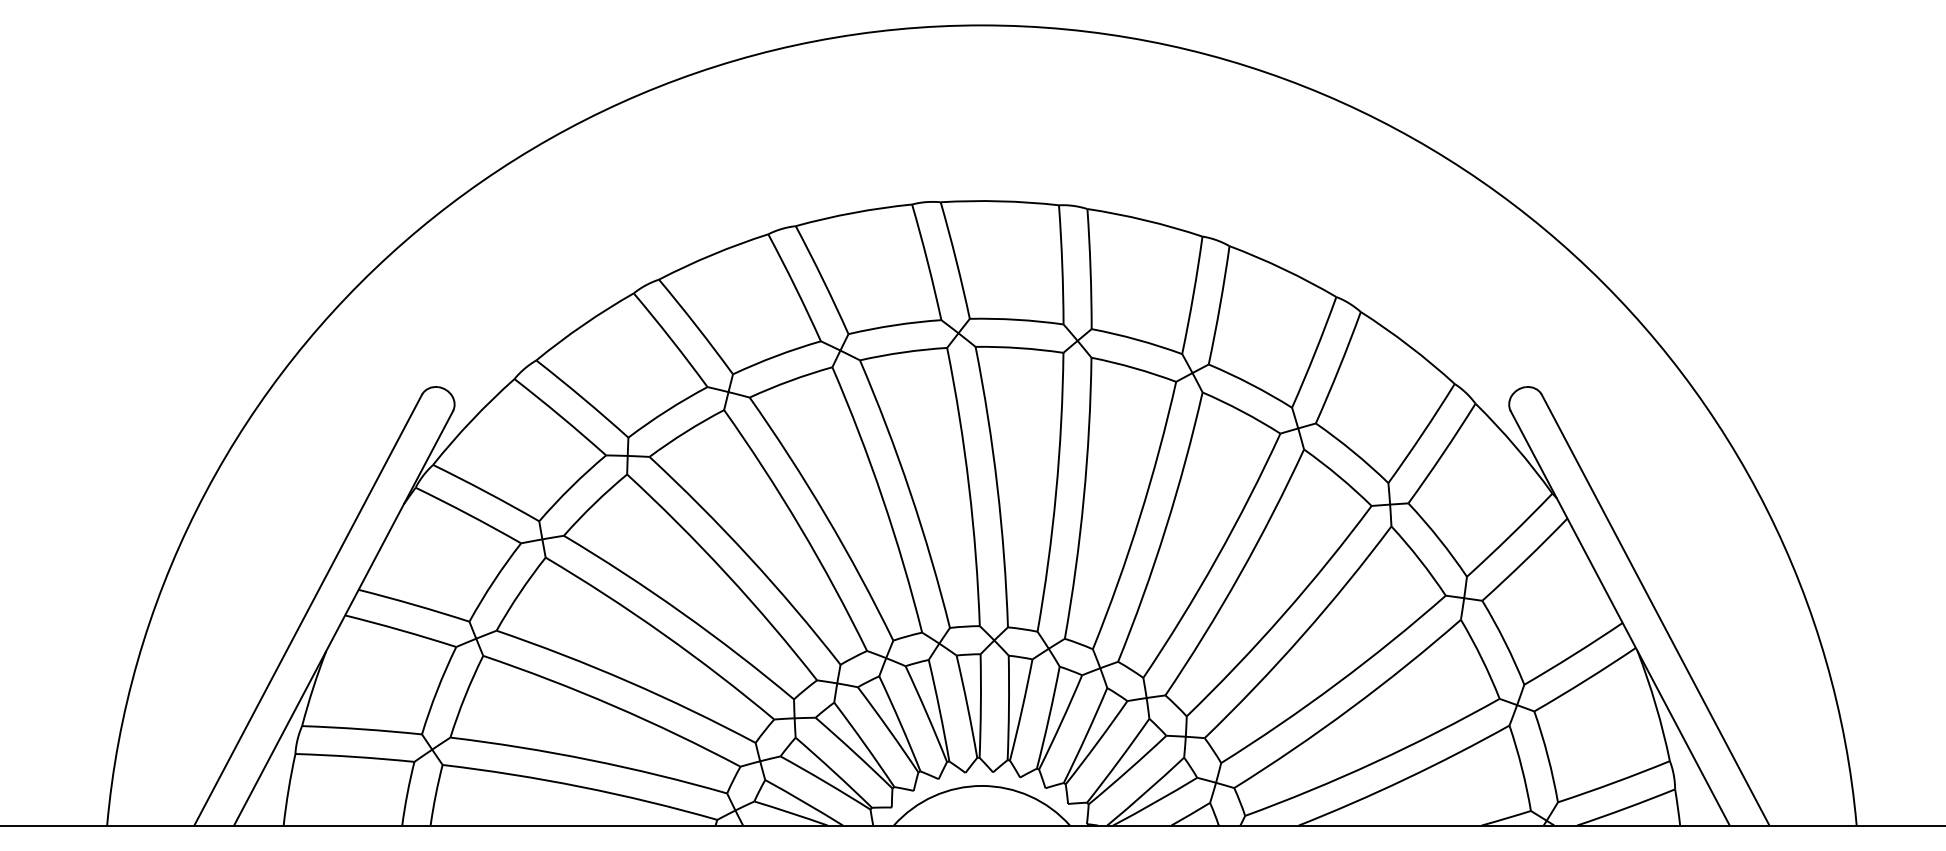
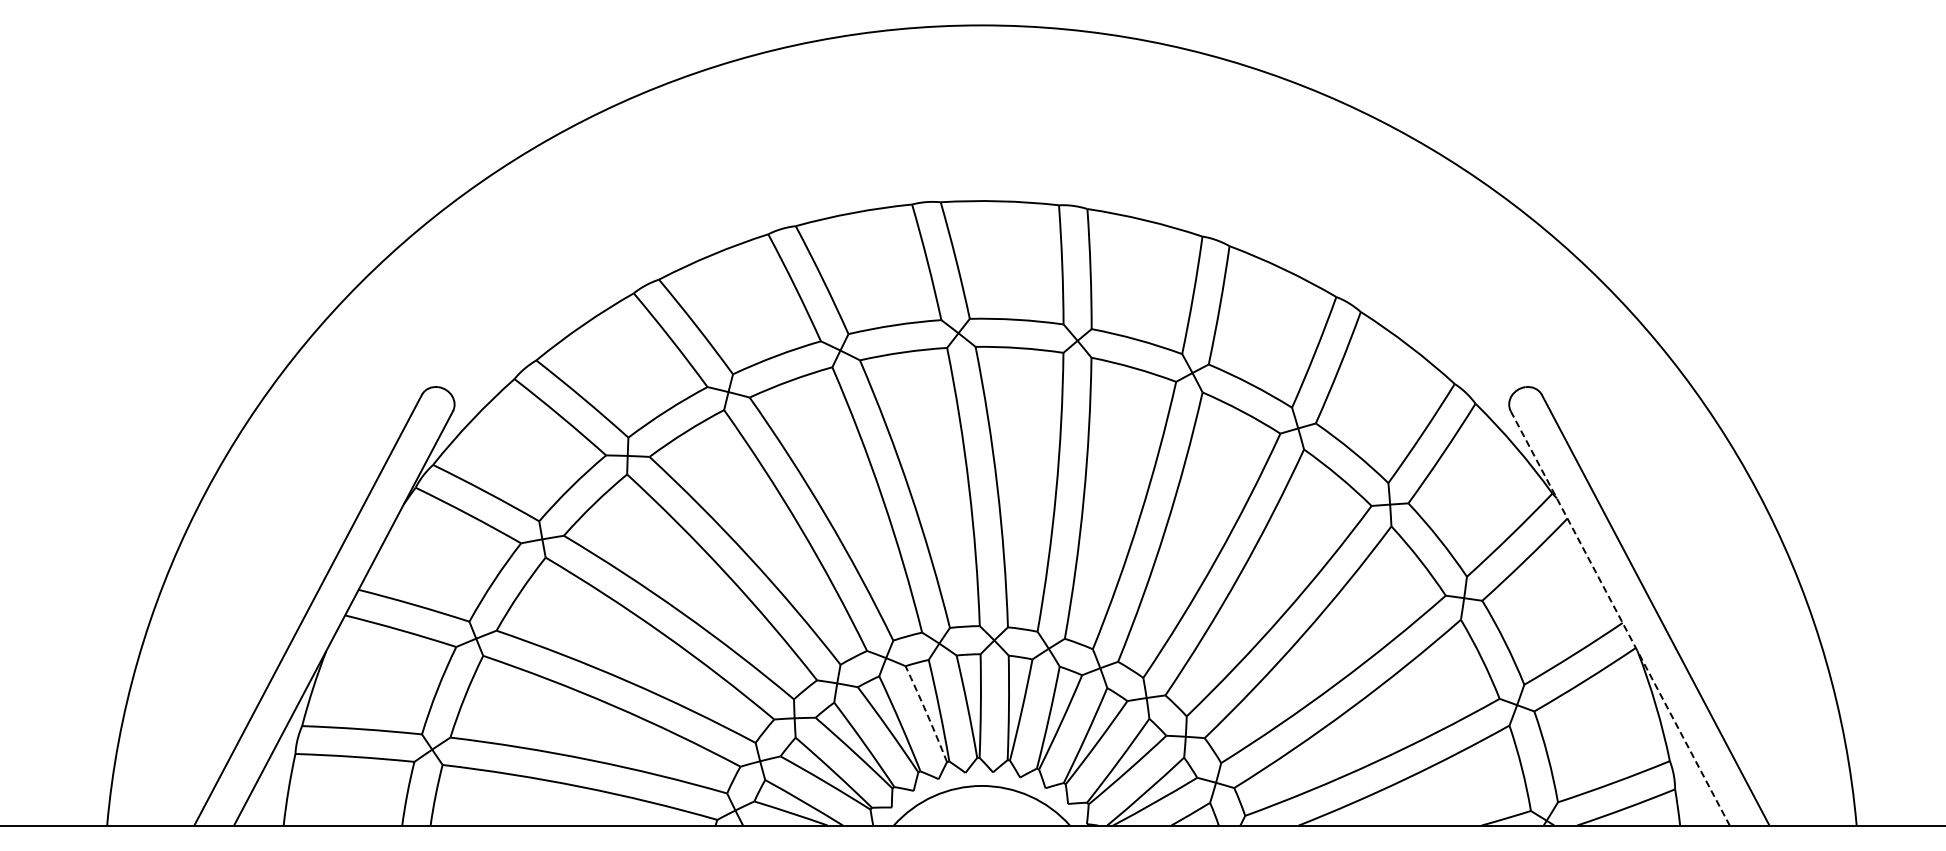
line at (1620, 618): solid -> dashed
arc at (927, 713): solid -> dashed
